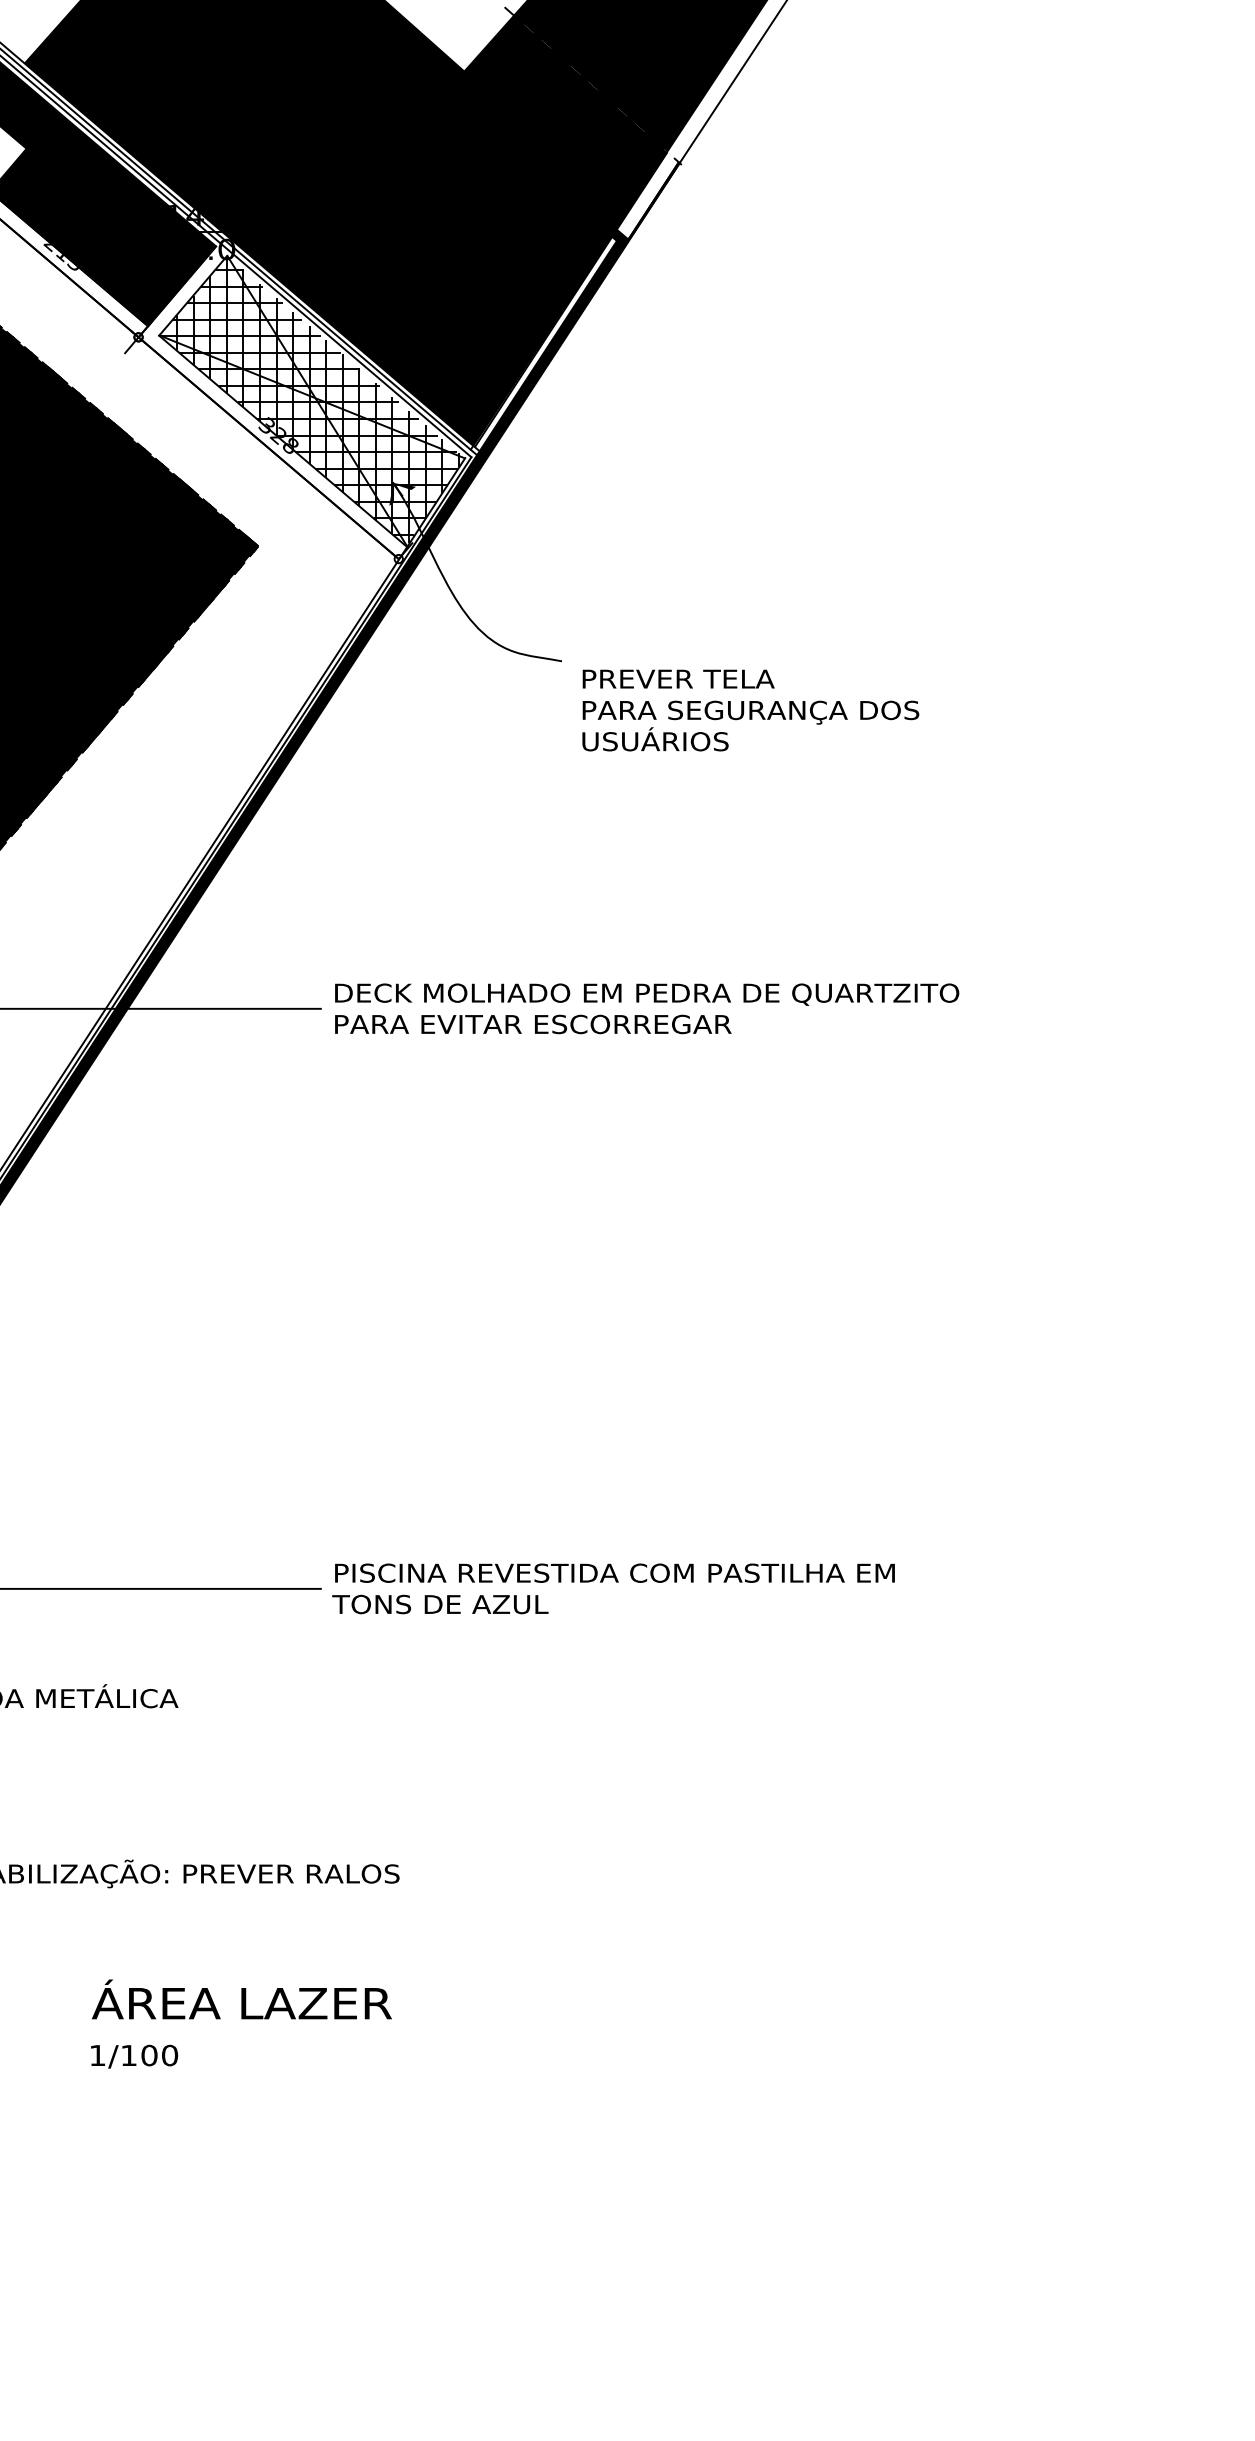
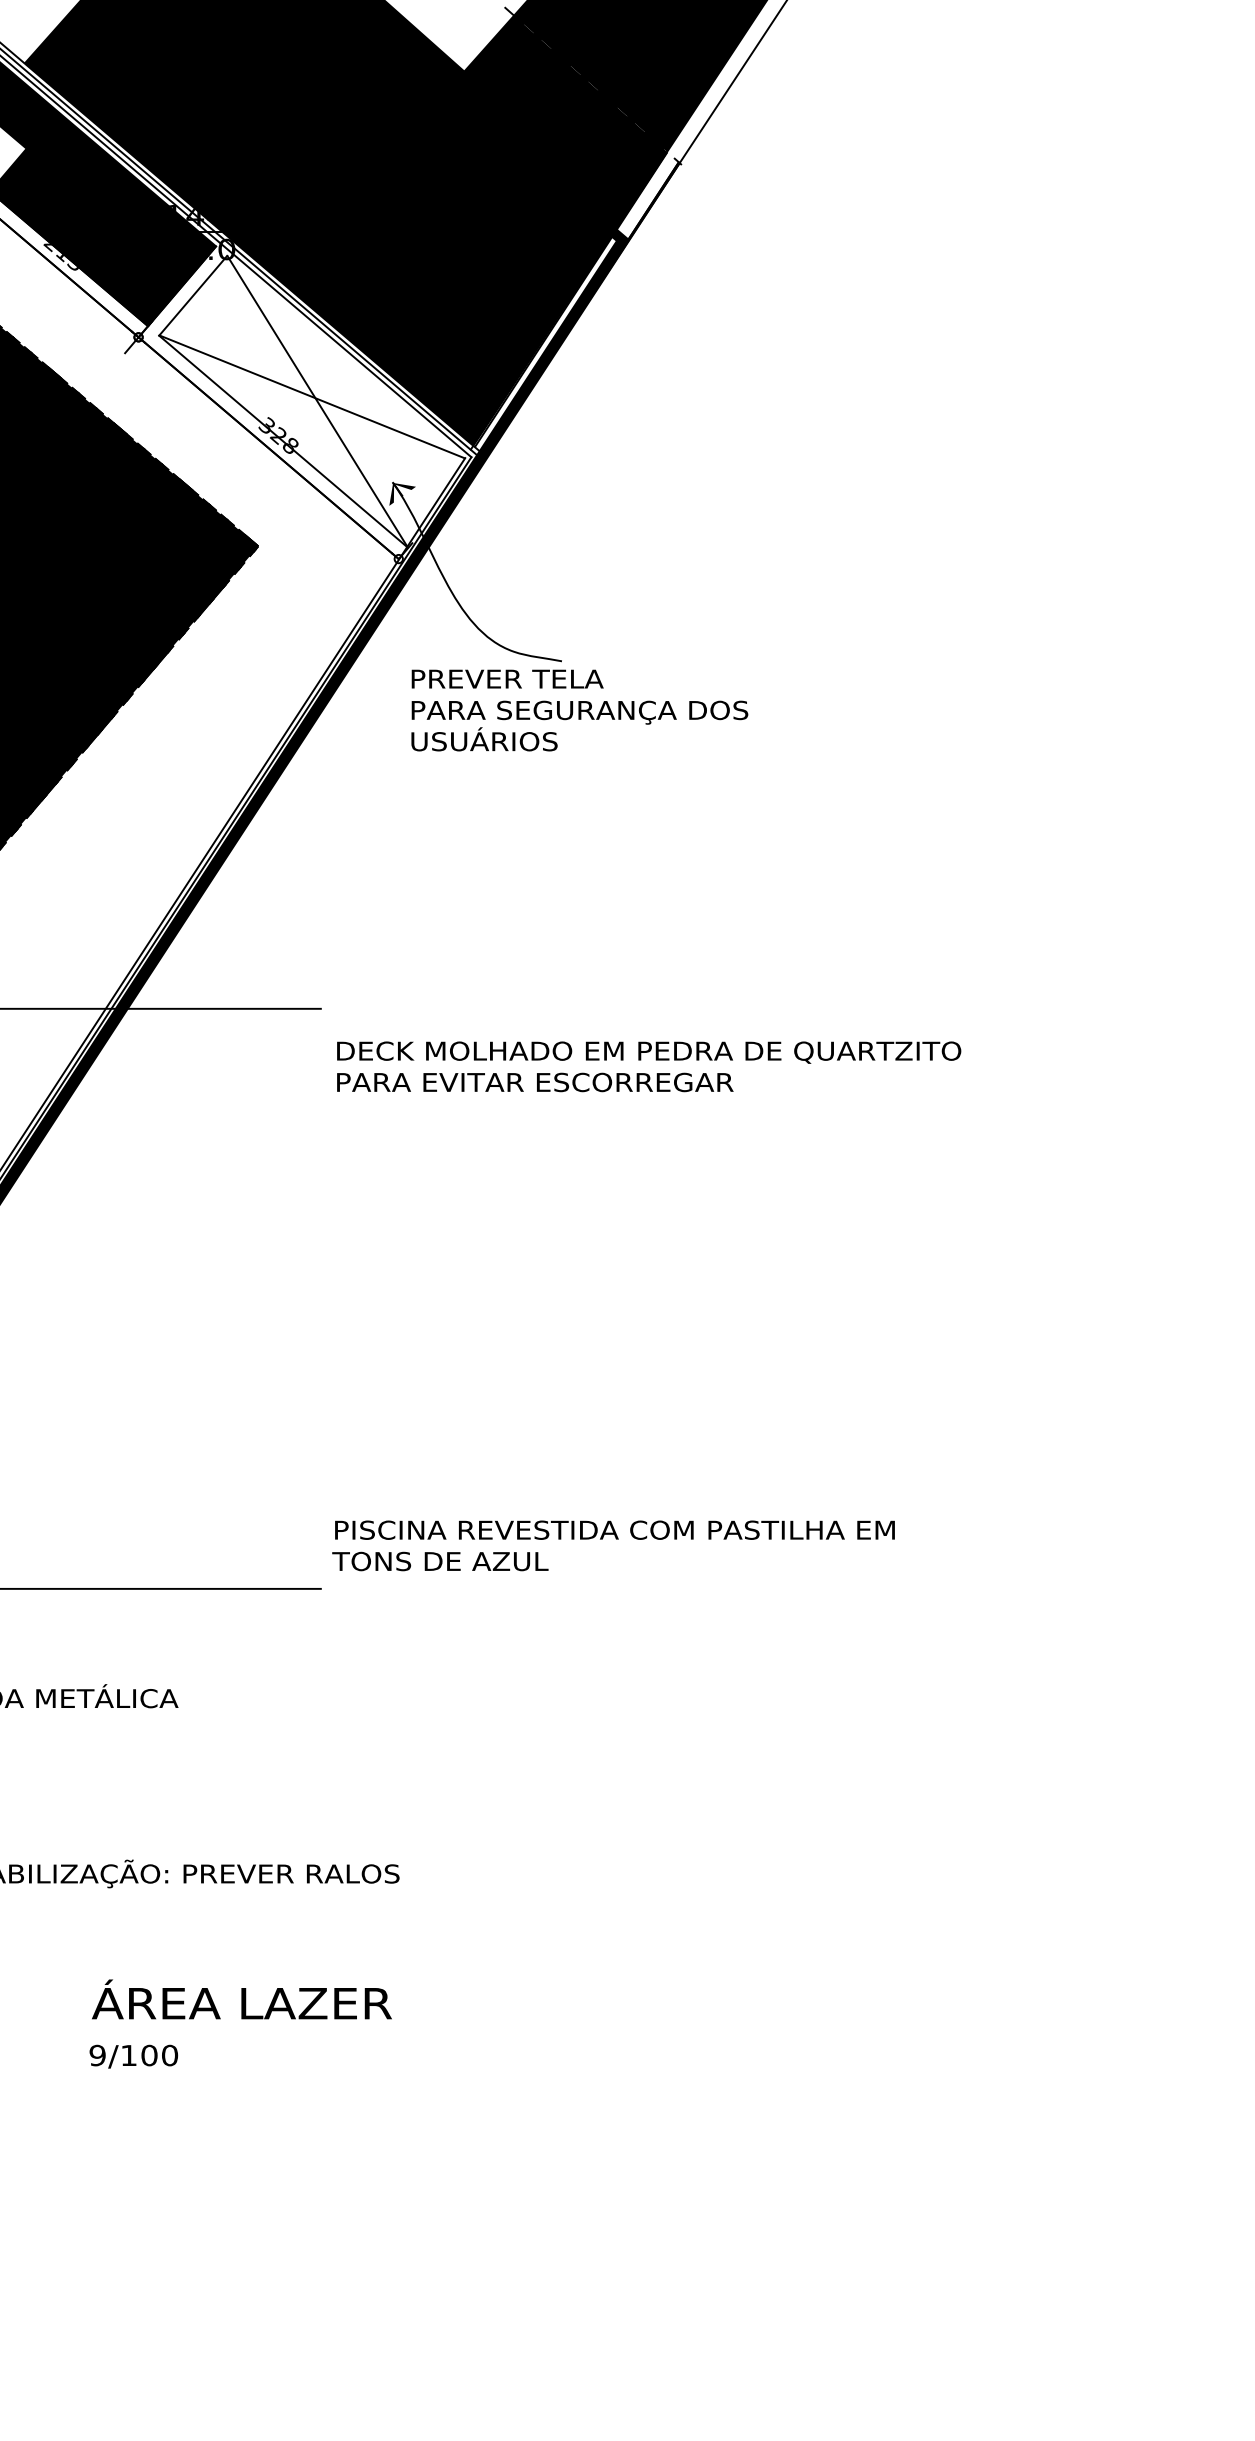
hatch at (309, 399): present -> none
text at (750, 710) position: (750, 710) -> (579, 710)
text at (647, 1008) position: (647, 1008) -> (649, 1066)
text at (613, 1588) position: (613, 1588) -> (613, 1545)
text at (97, 2055): 1/100 -> 9/100
